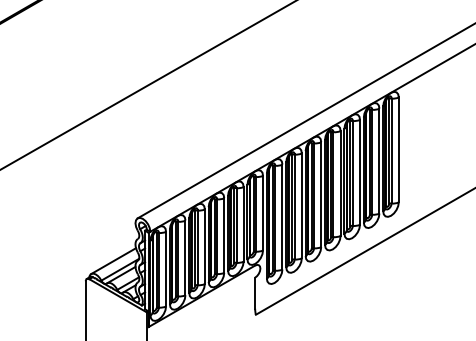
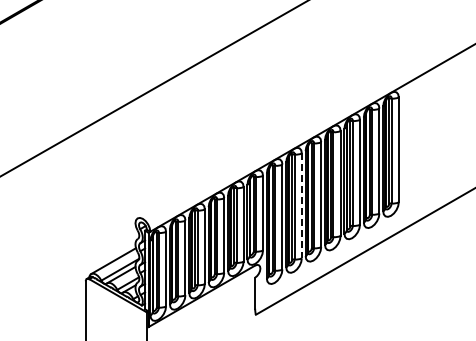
line at (147, 85) position: (147, 85) -> (153, 88)
line at (304, 121): present -> none
line at (301, 206): solid -> dashed
